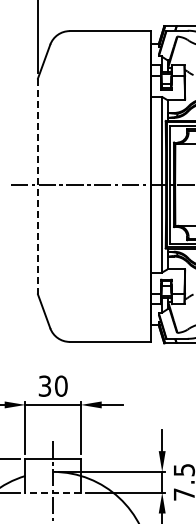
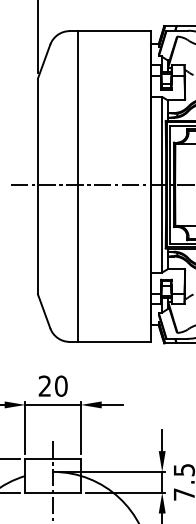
line at (37, 186): dashed -> solid
line at (77, 186): none -> present
text at (44, 385): 30 -> 20
line at (53, 492): dashed -> solid
